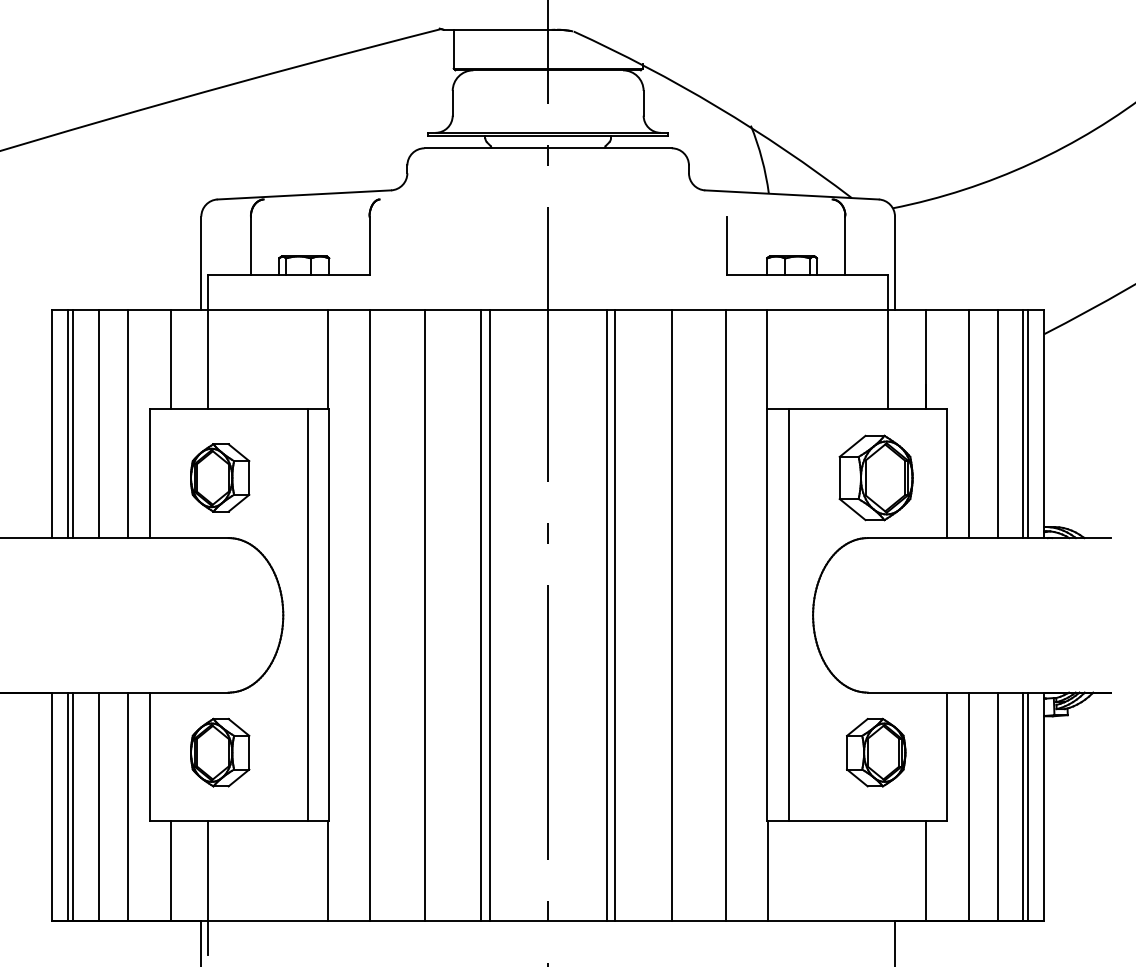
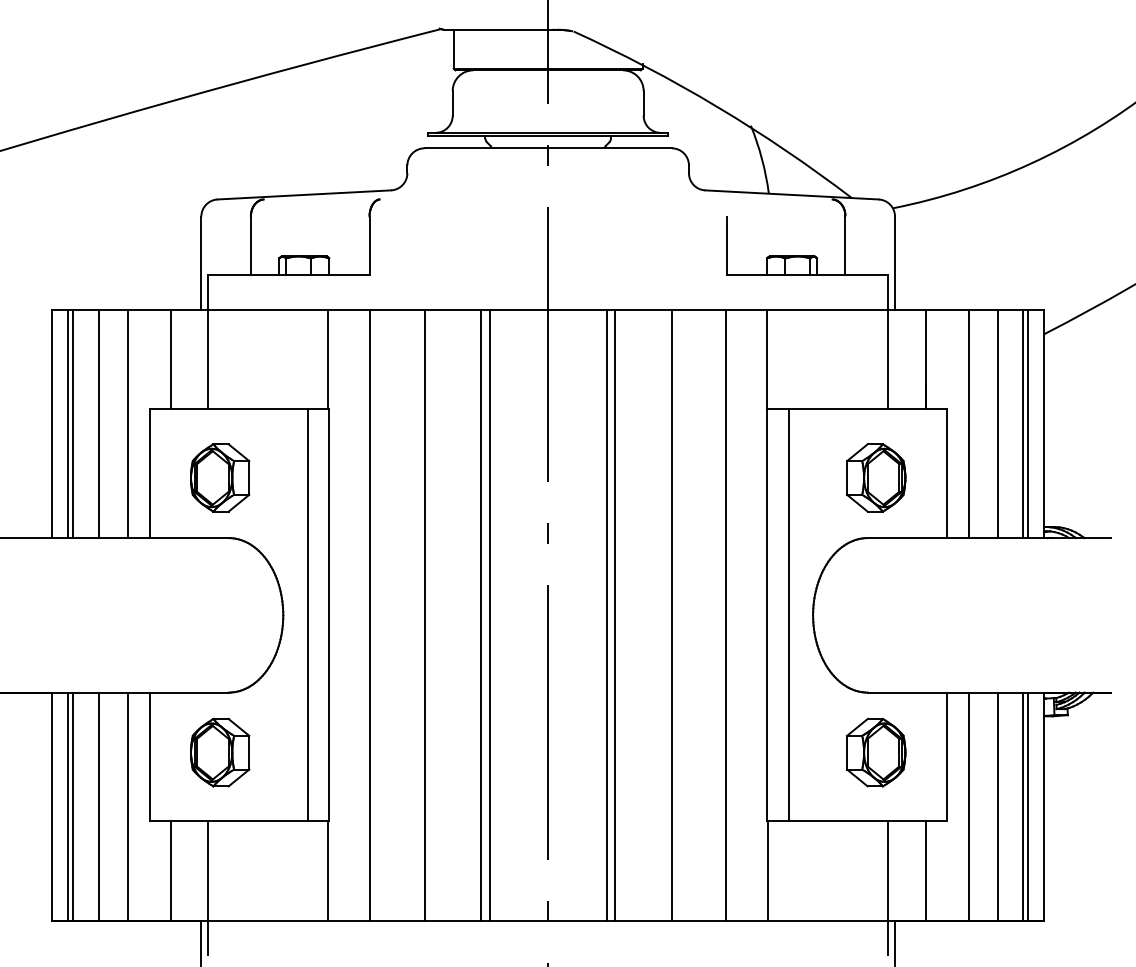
part at (875, 477) size: 76x88 px -> 61x70 px
line at (888, 888): none -> present
